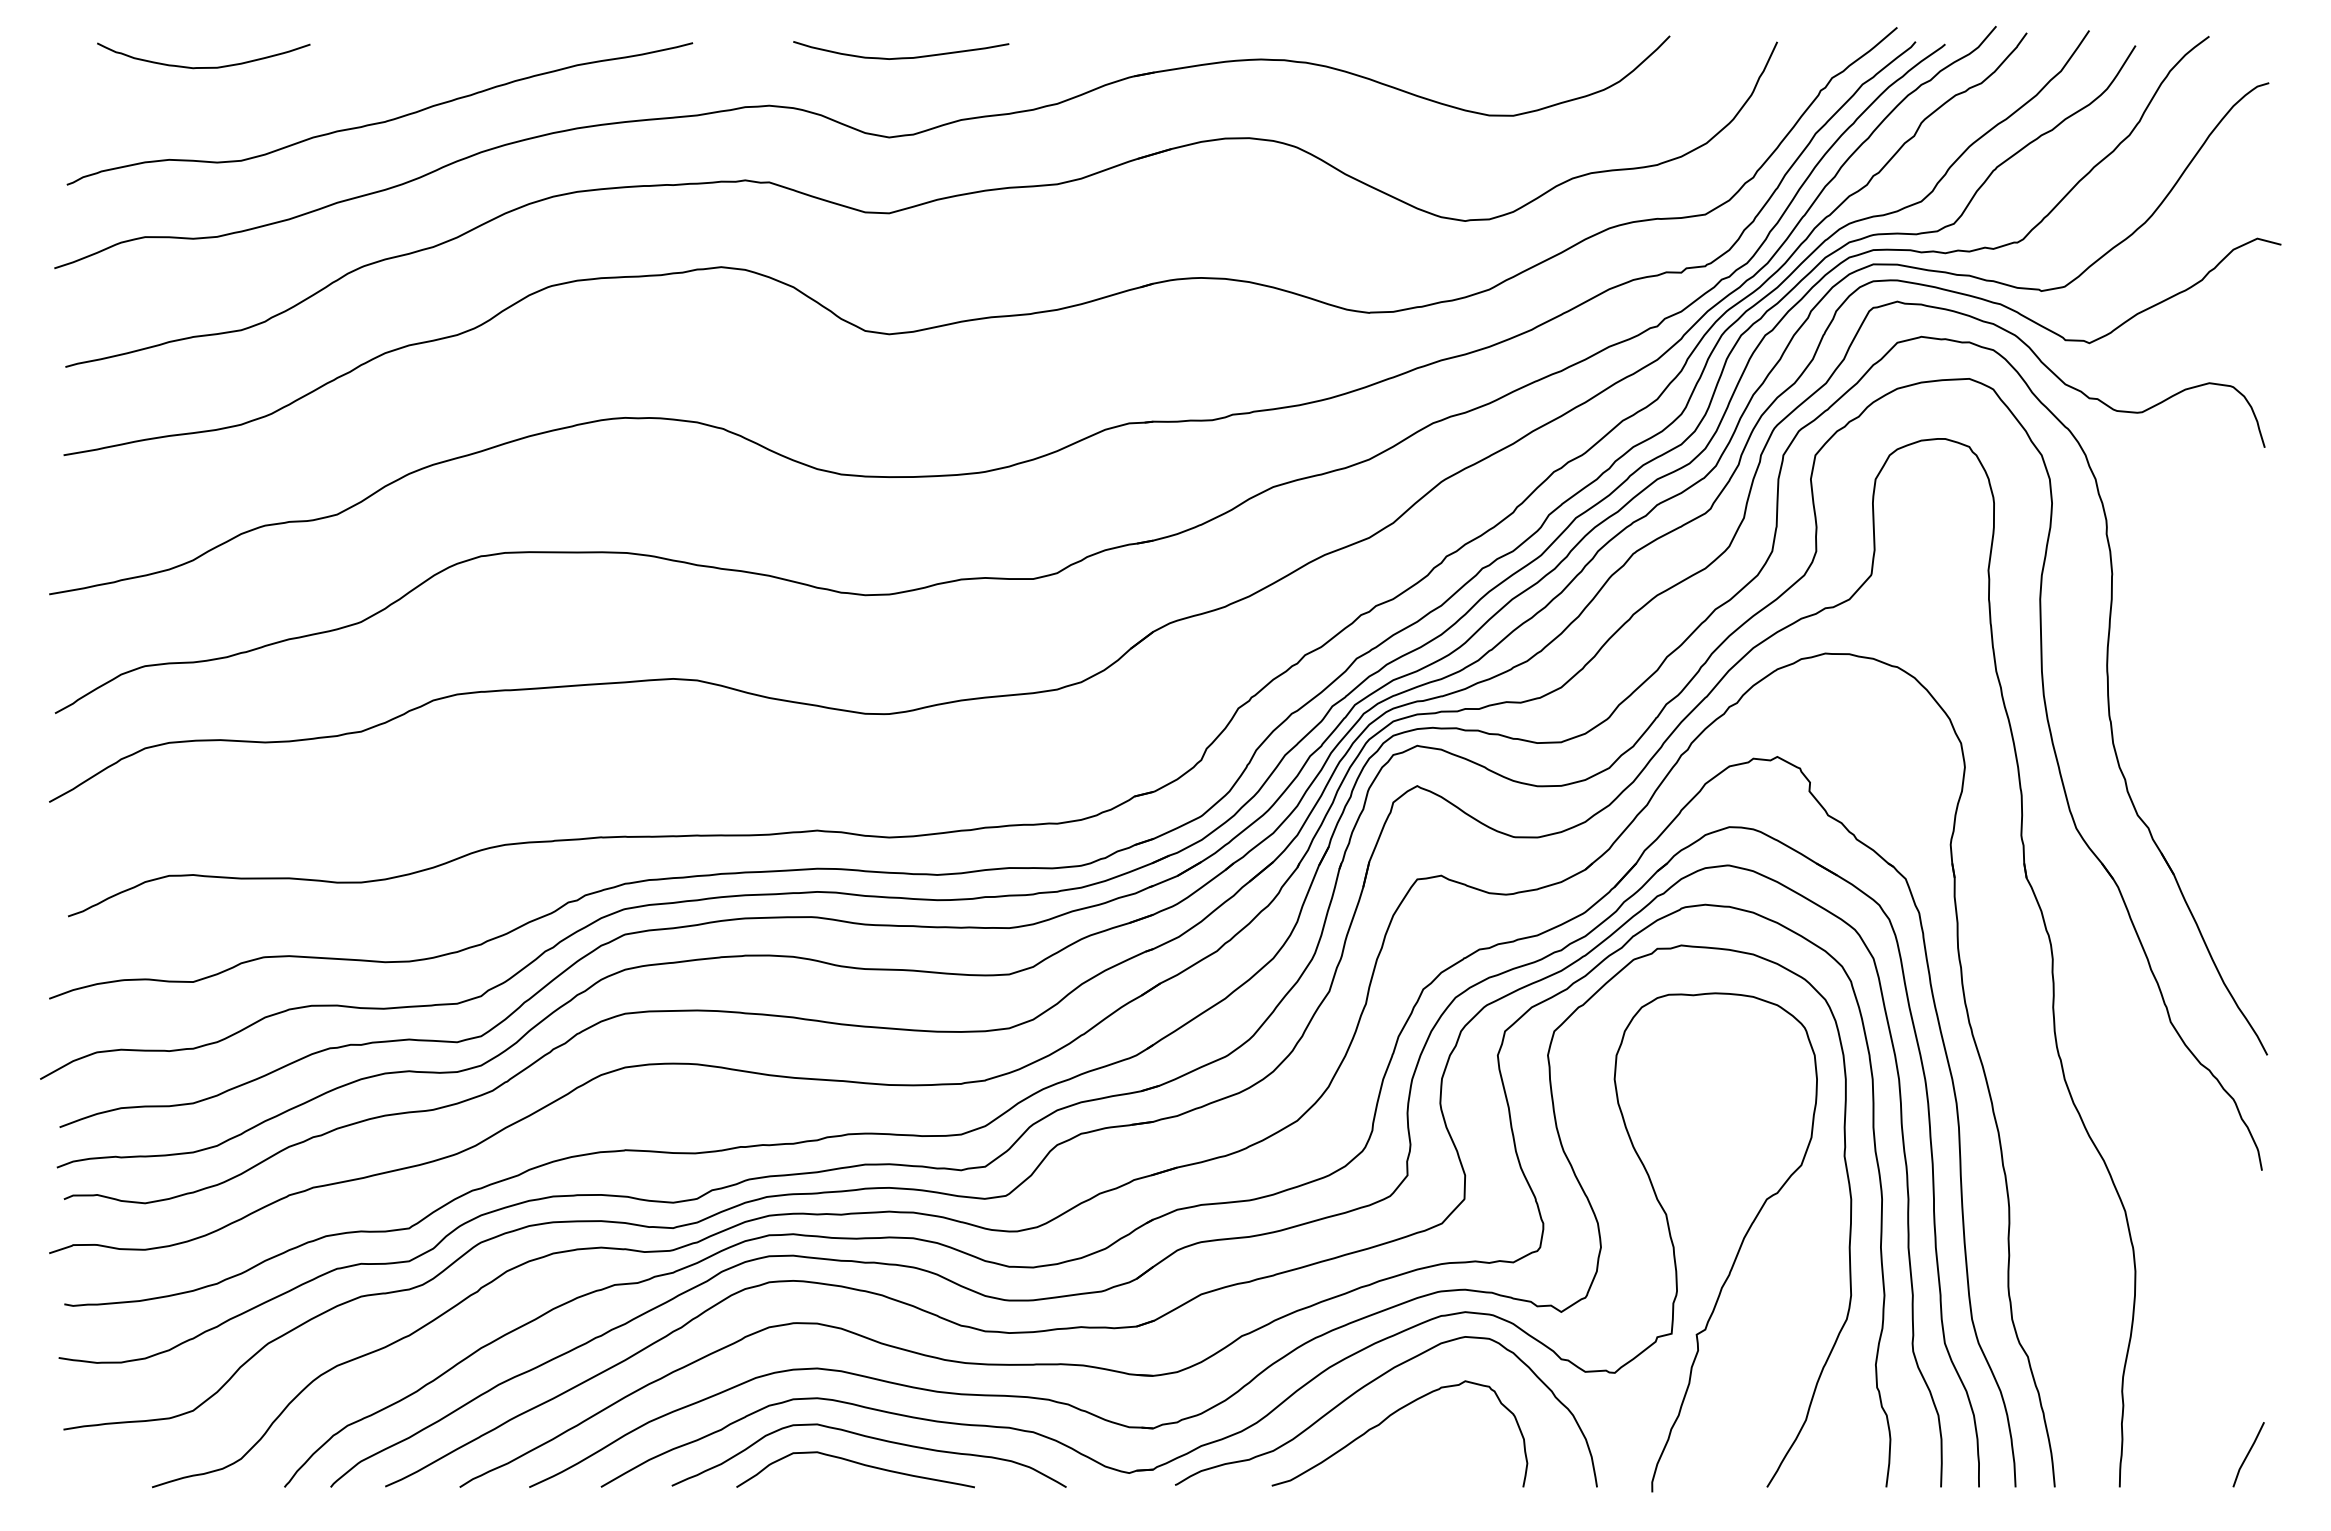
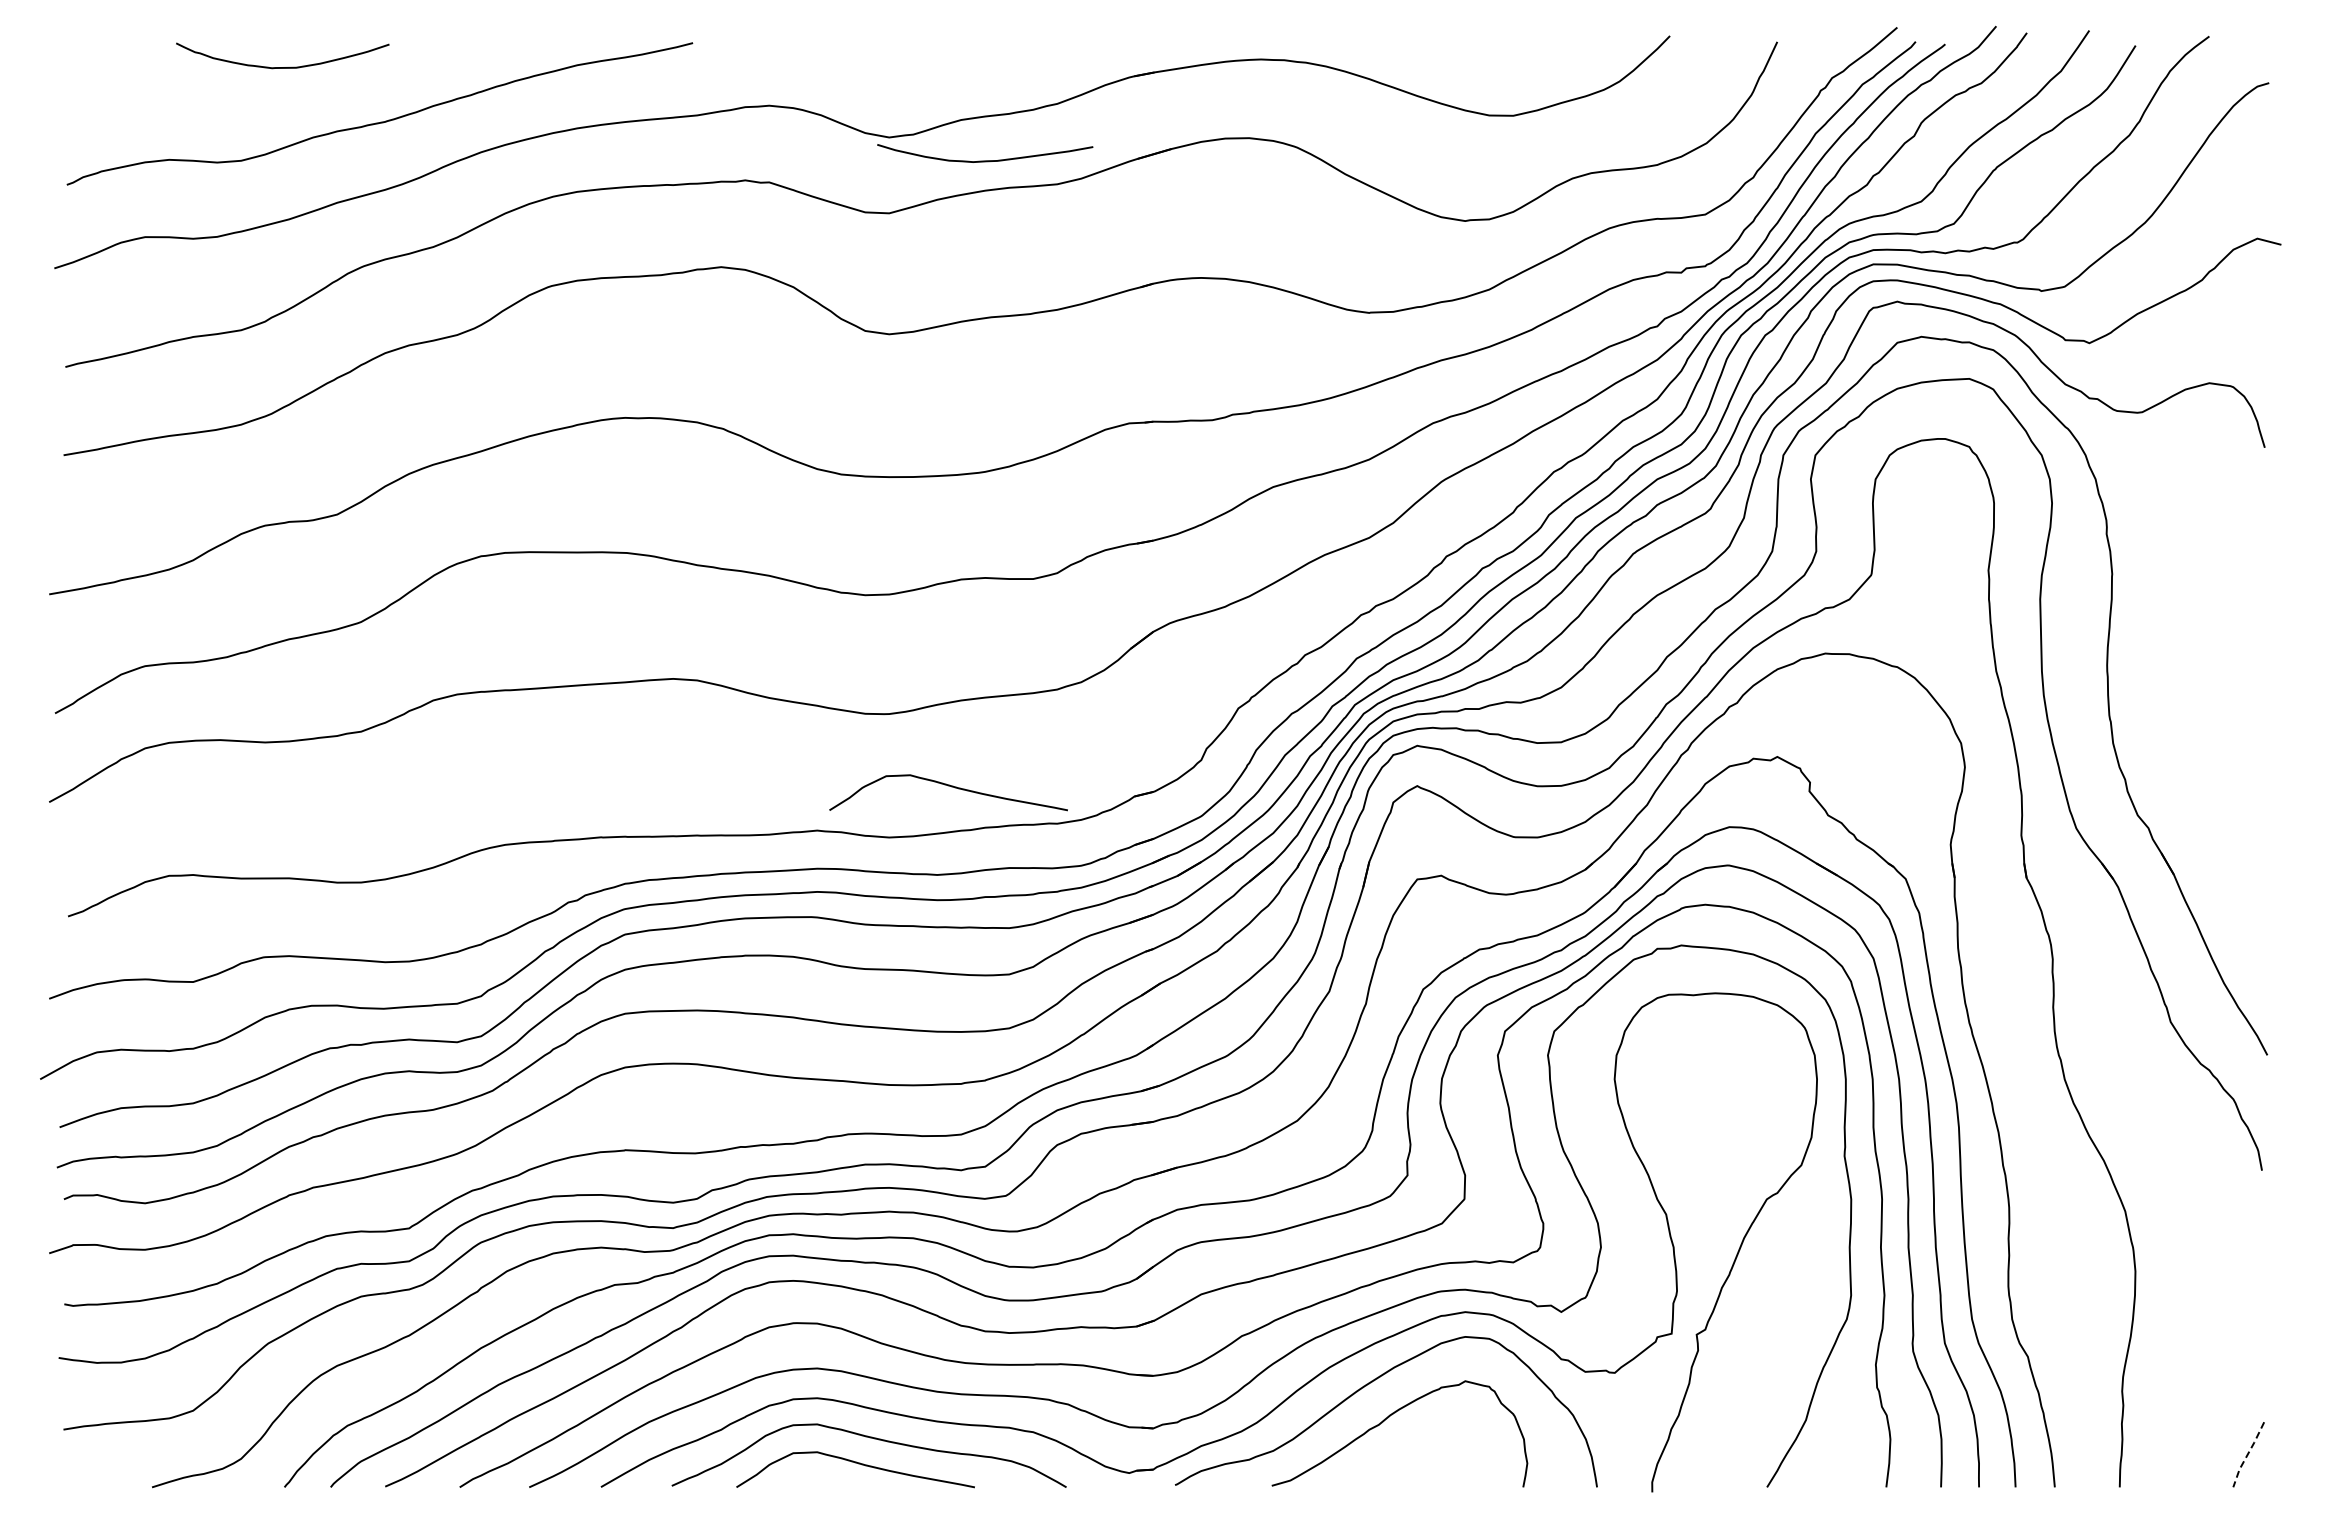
curve at (901, 57) position: (901, 57) -> (985, 160)
curve at (203, 67) position: (203, 67) -> (282, 67)
curve at (951, 787): none -> present
line at (2247, 1454): solid -> dashed
